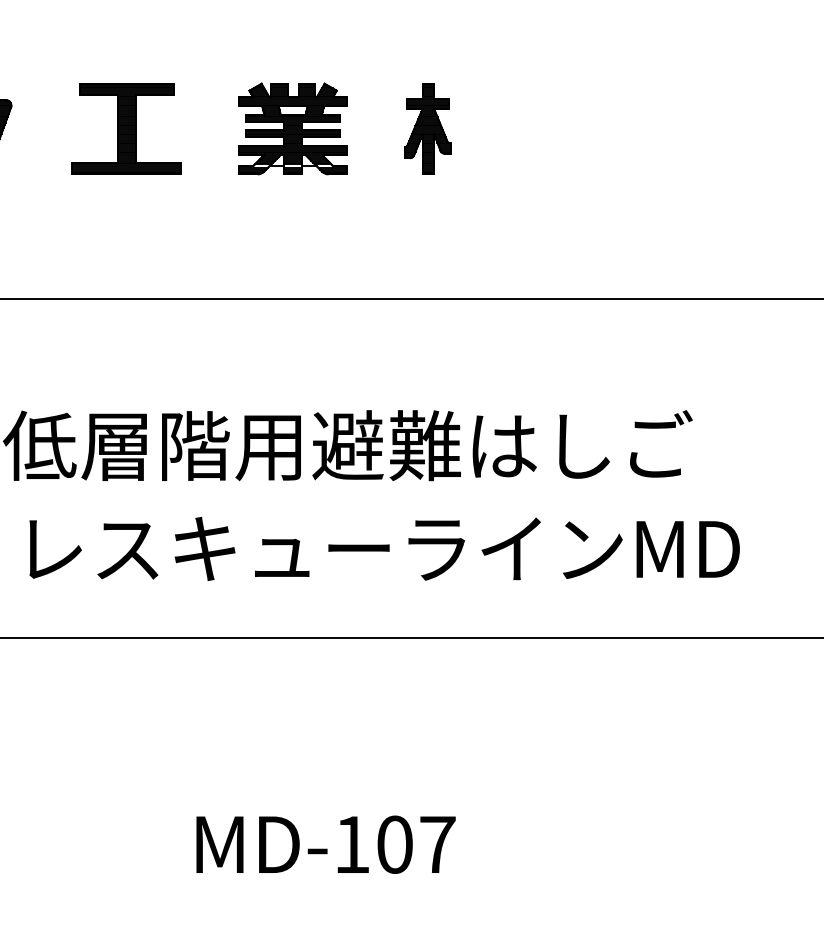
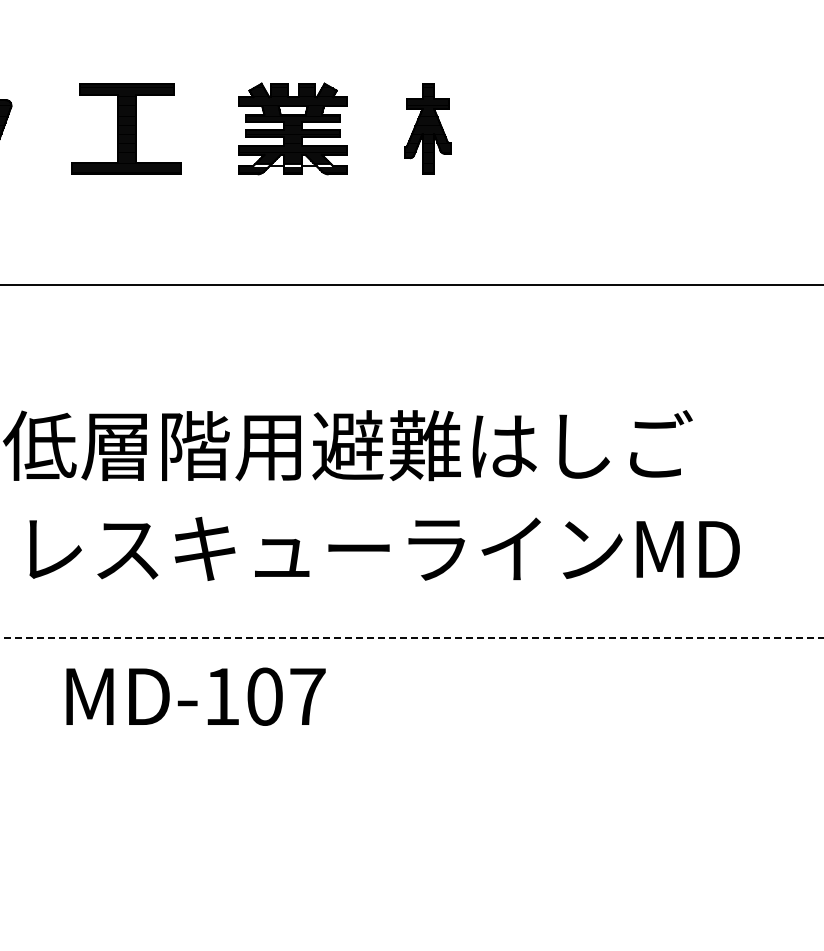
line at (411, 299) position: (411, 299) -> (411, 285)
line at (412, 638): solid -> dashed
text at (325, 844) position: (325, 844) -> (195, 696)
